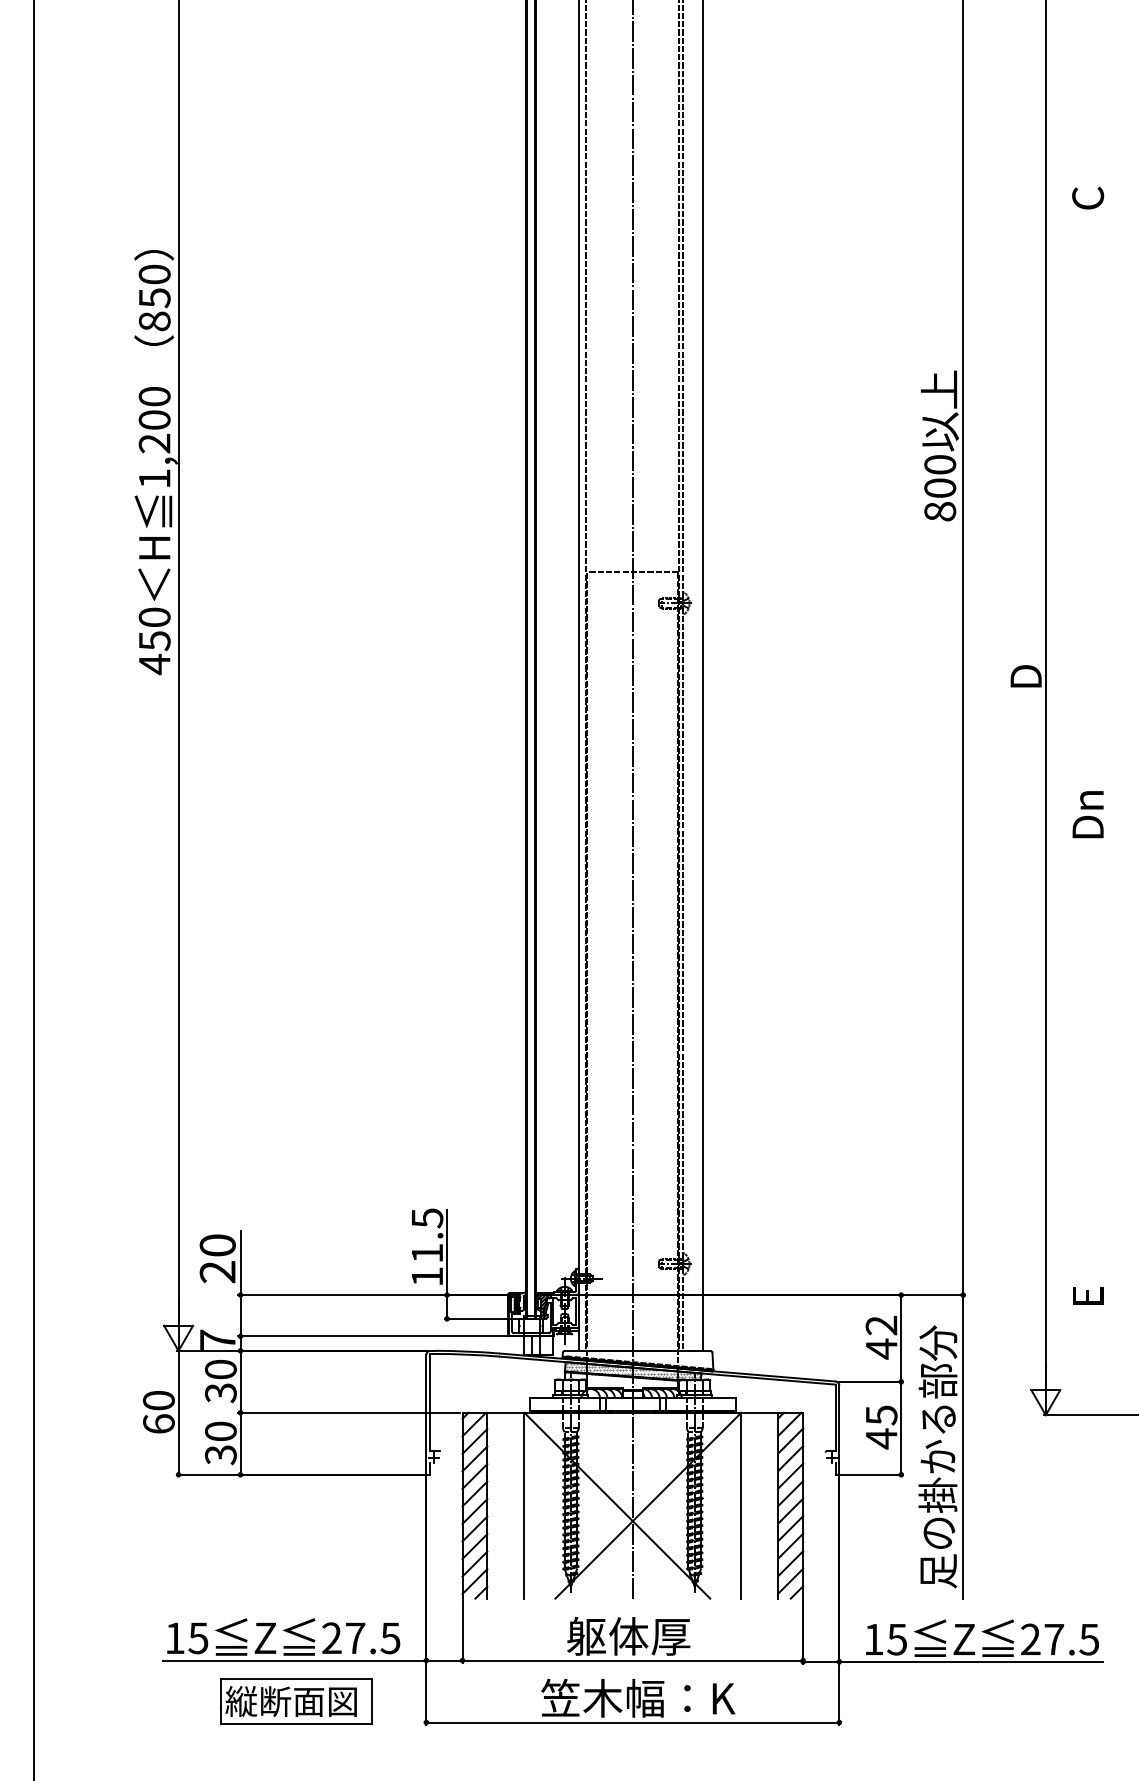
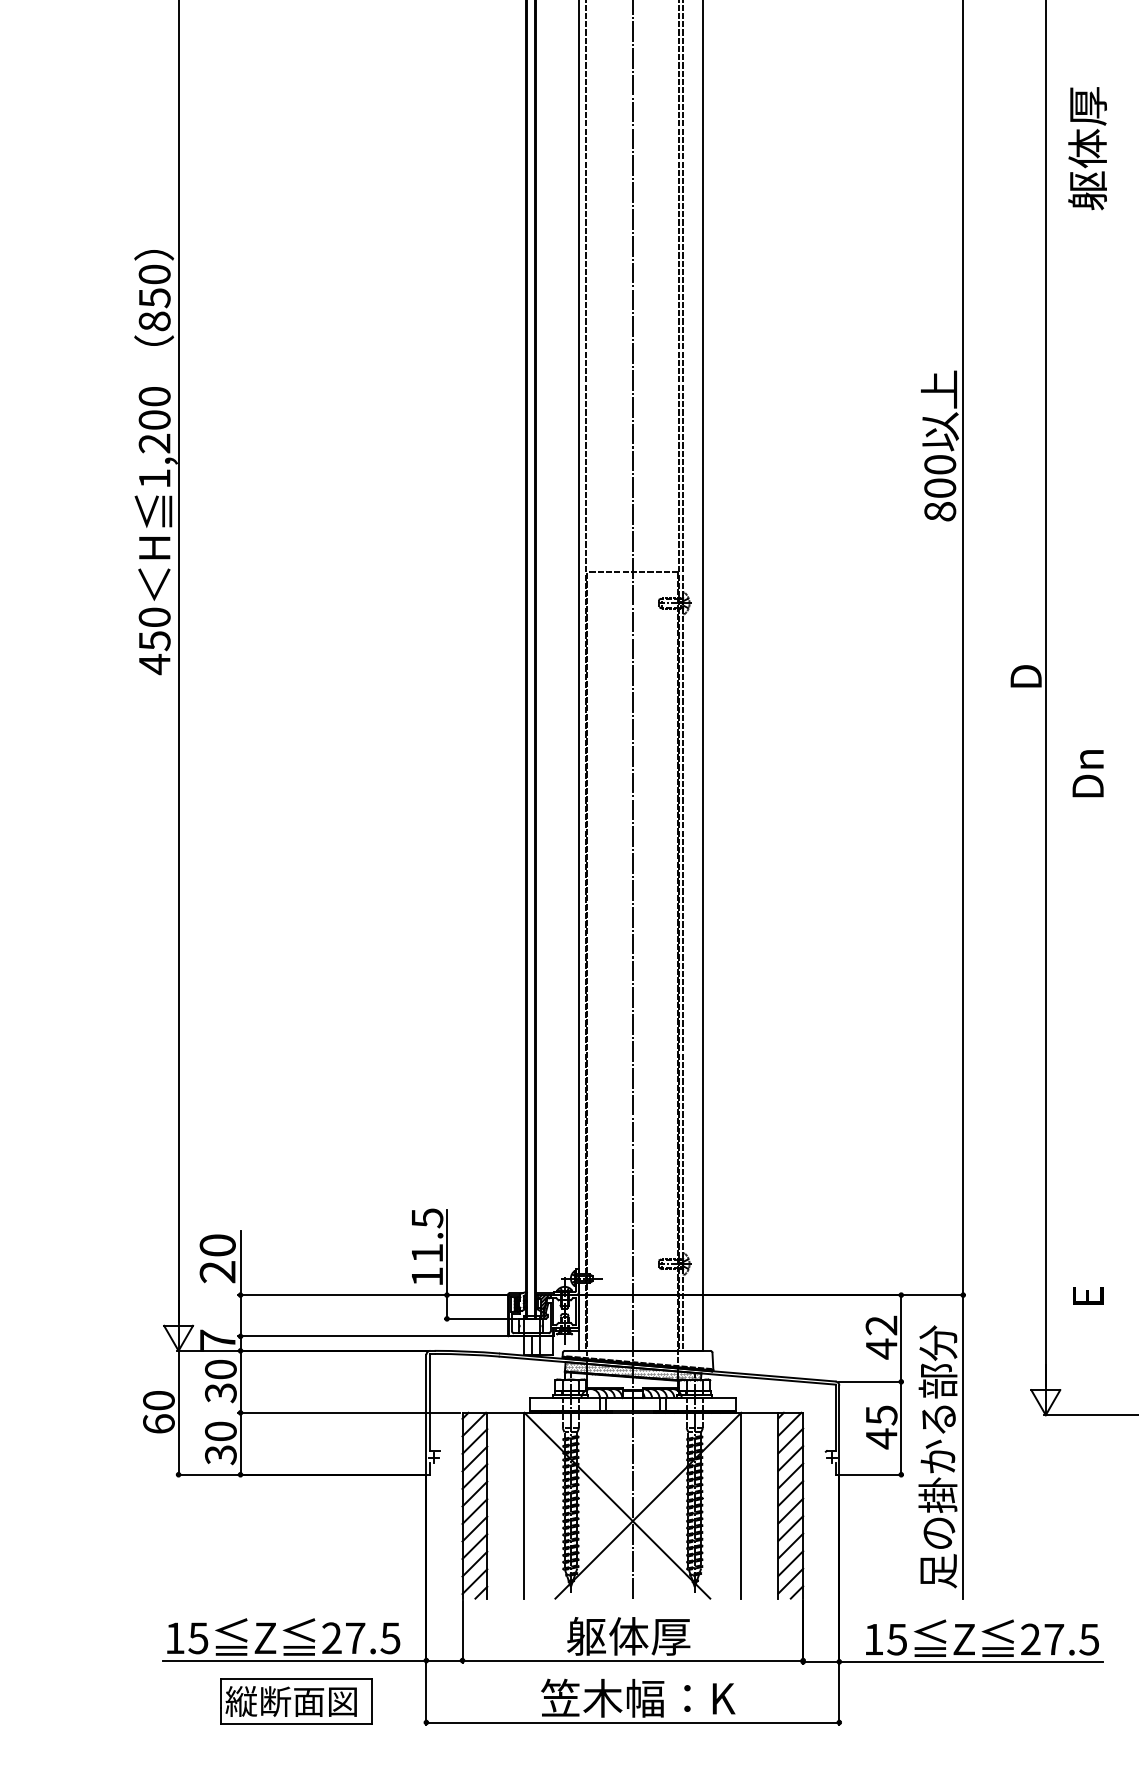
text at (1087, 148): C -> 躯体厚
text at (1087, 814) position: (1087, 814) -> (1087, 773)
line at (34, 889): present -> none
